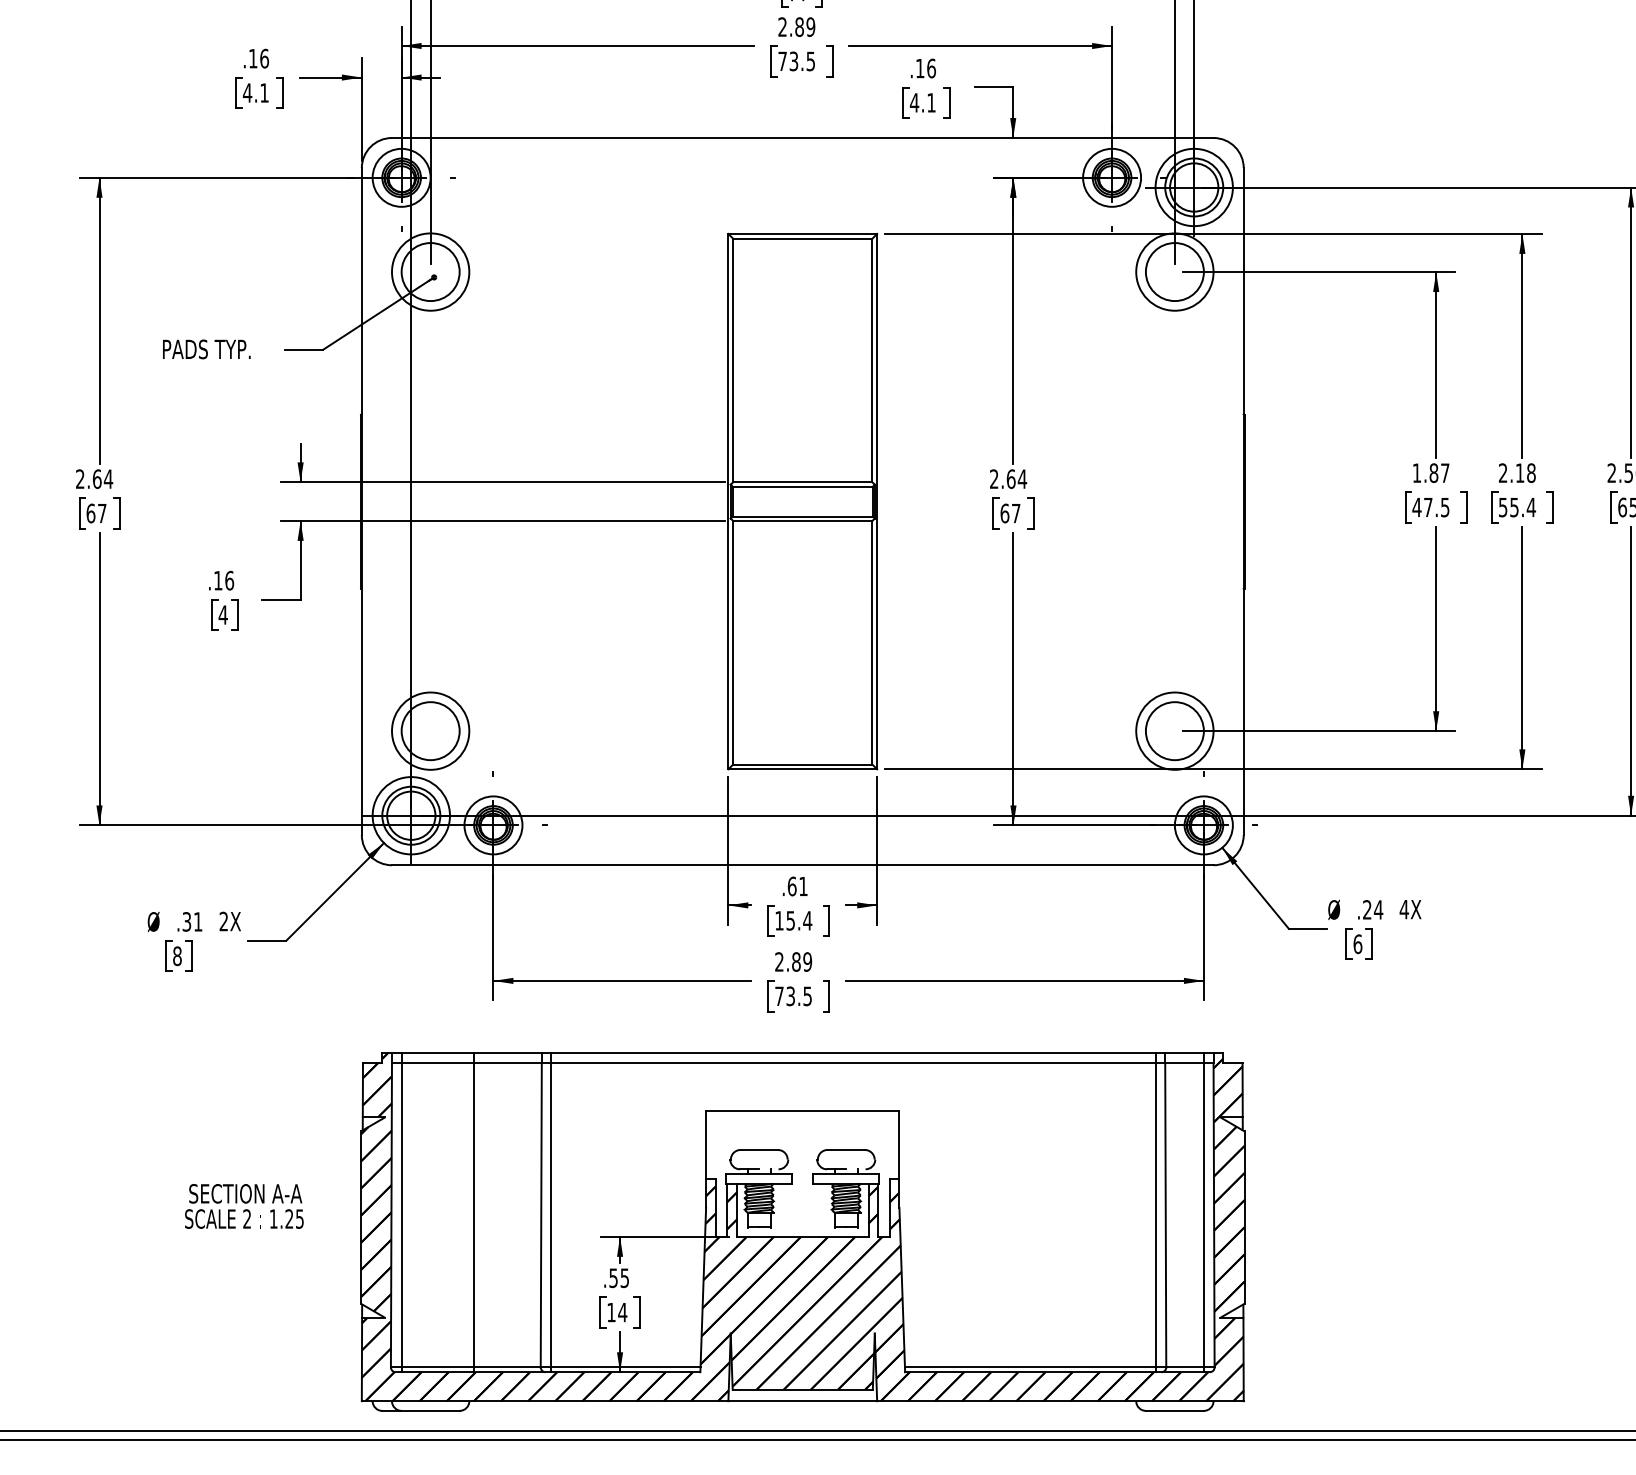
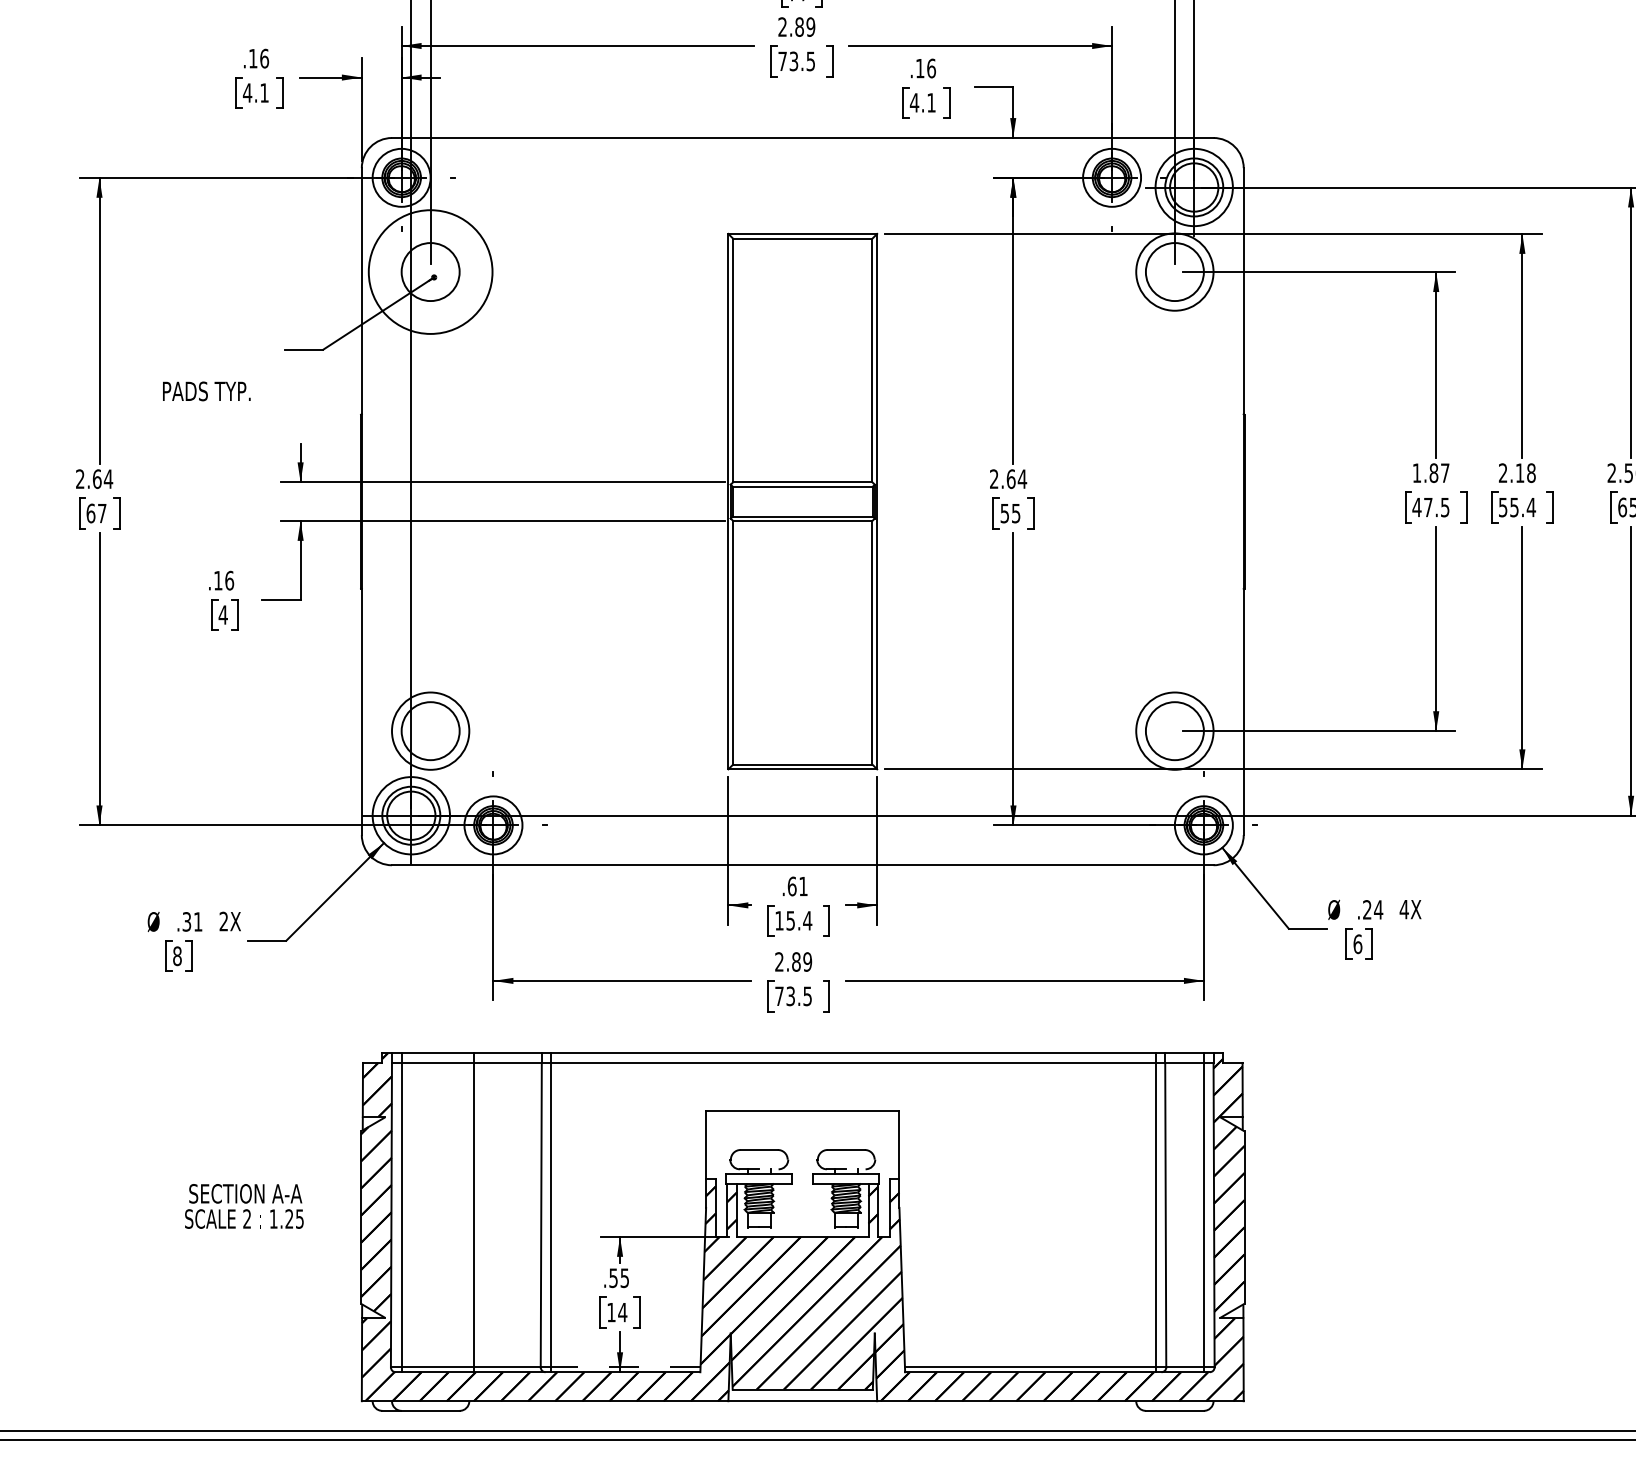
circle at (430, 271) diameter: 77 px -> 124 px
text at (206, 349) position: (206, 349) -> (206, 391)
text at (1010, 513): 67 -> 55
line at (626, 1367): solid -> dashed
